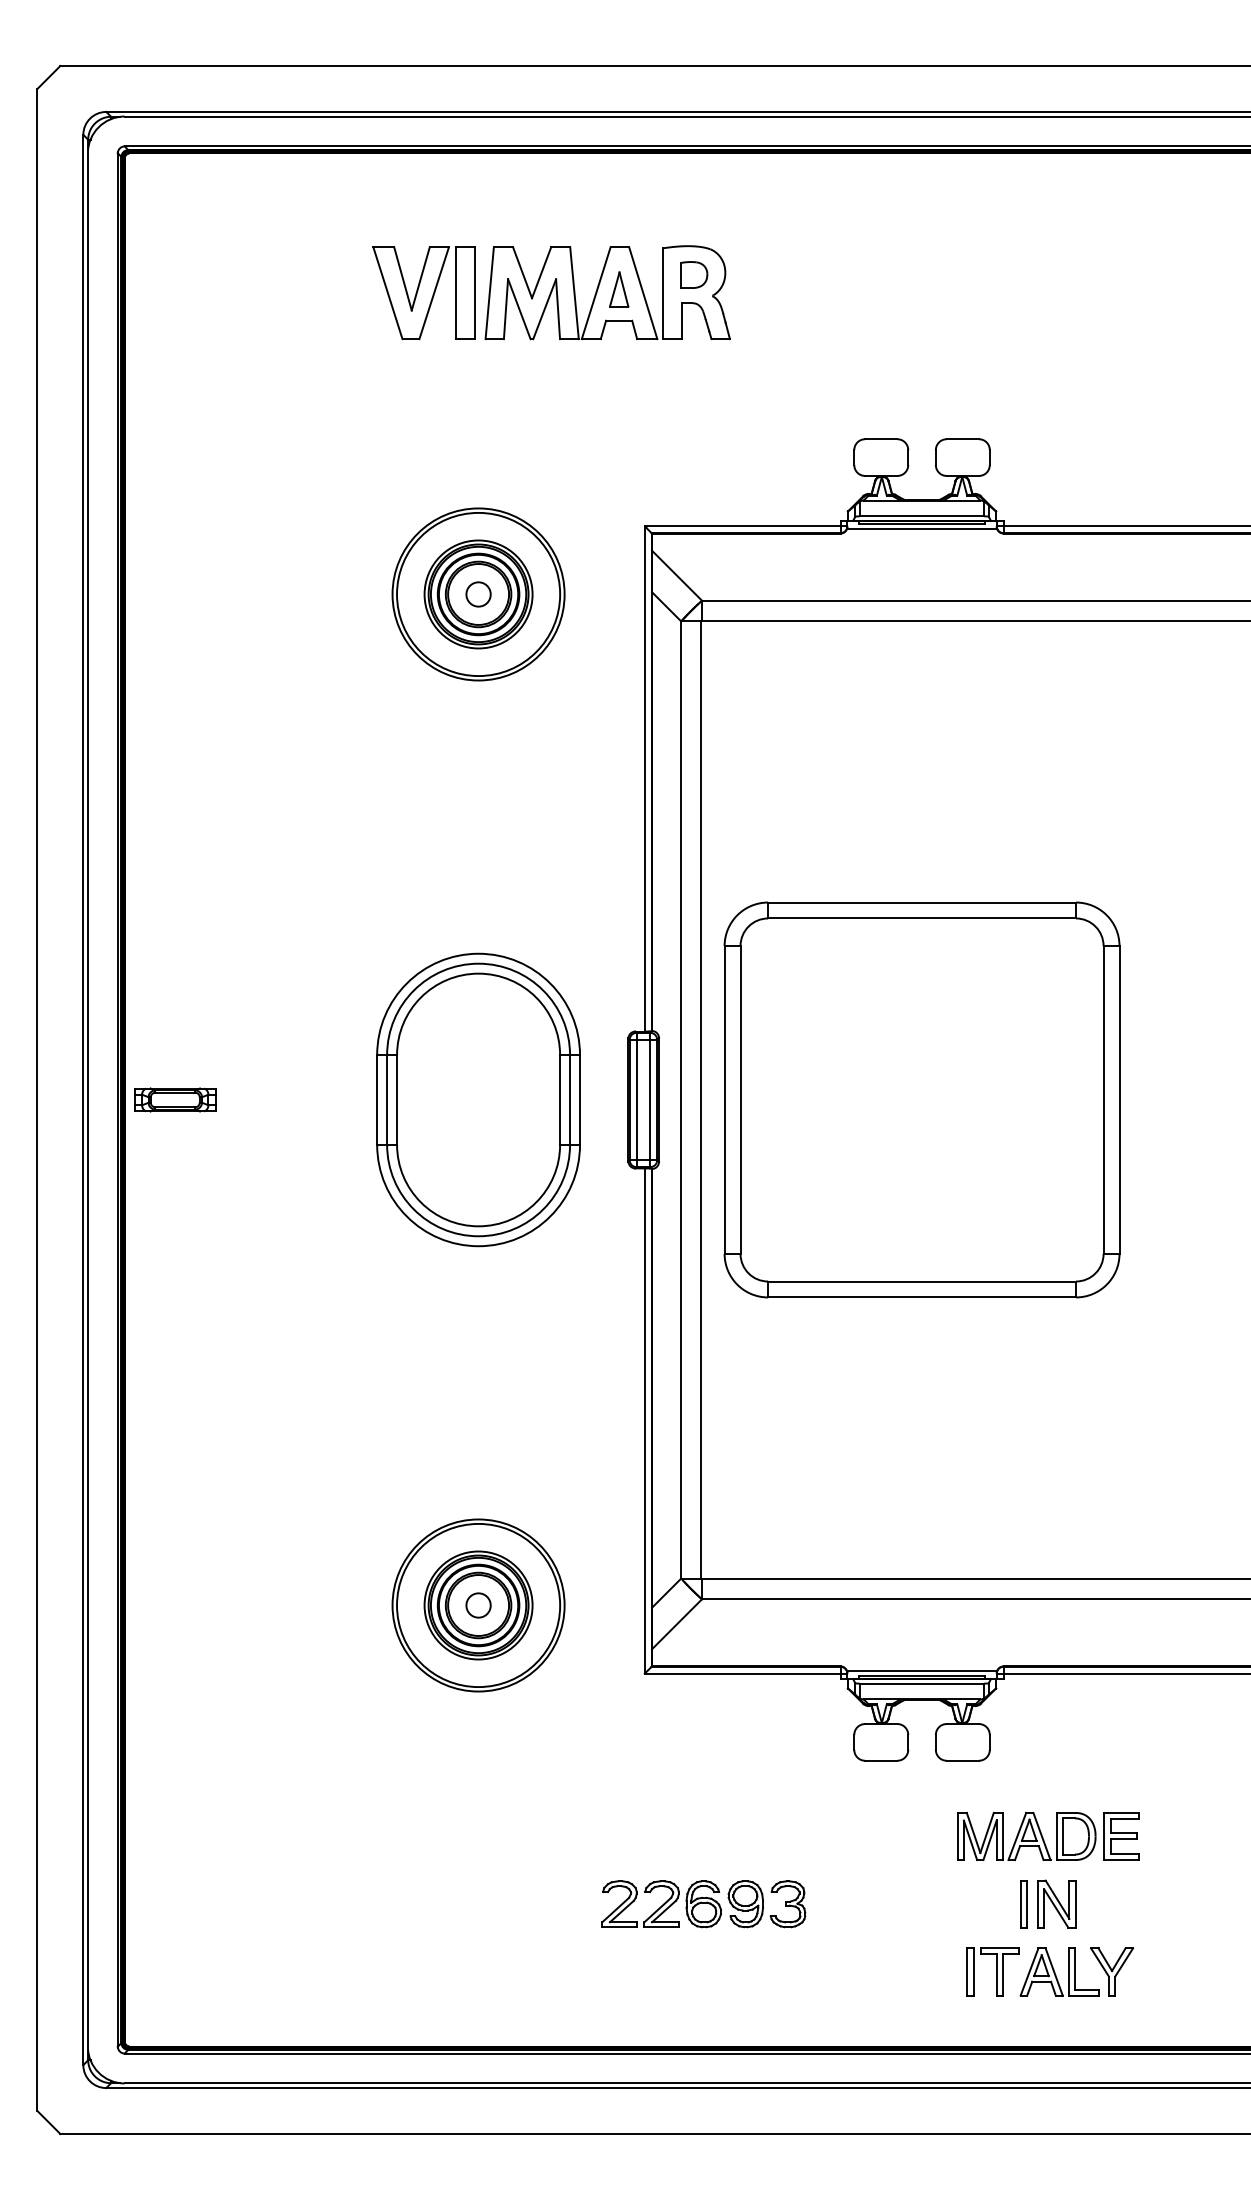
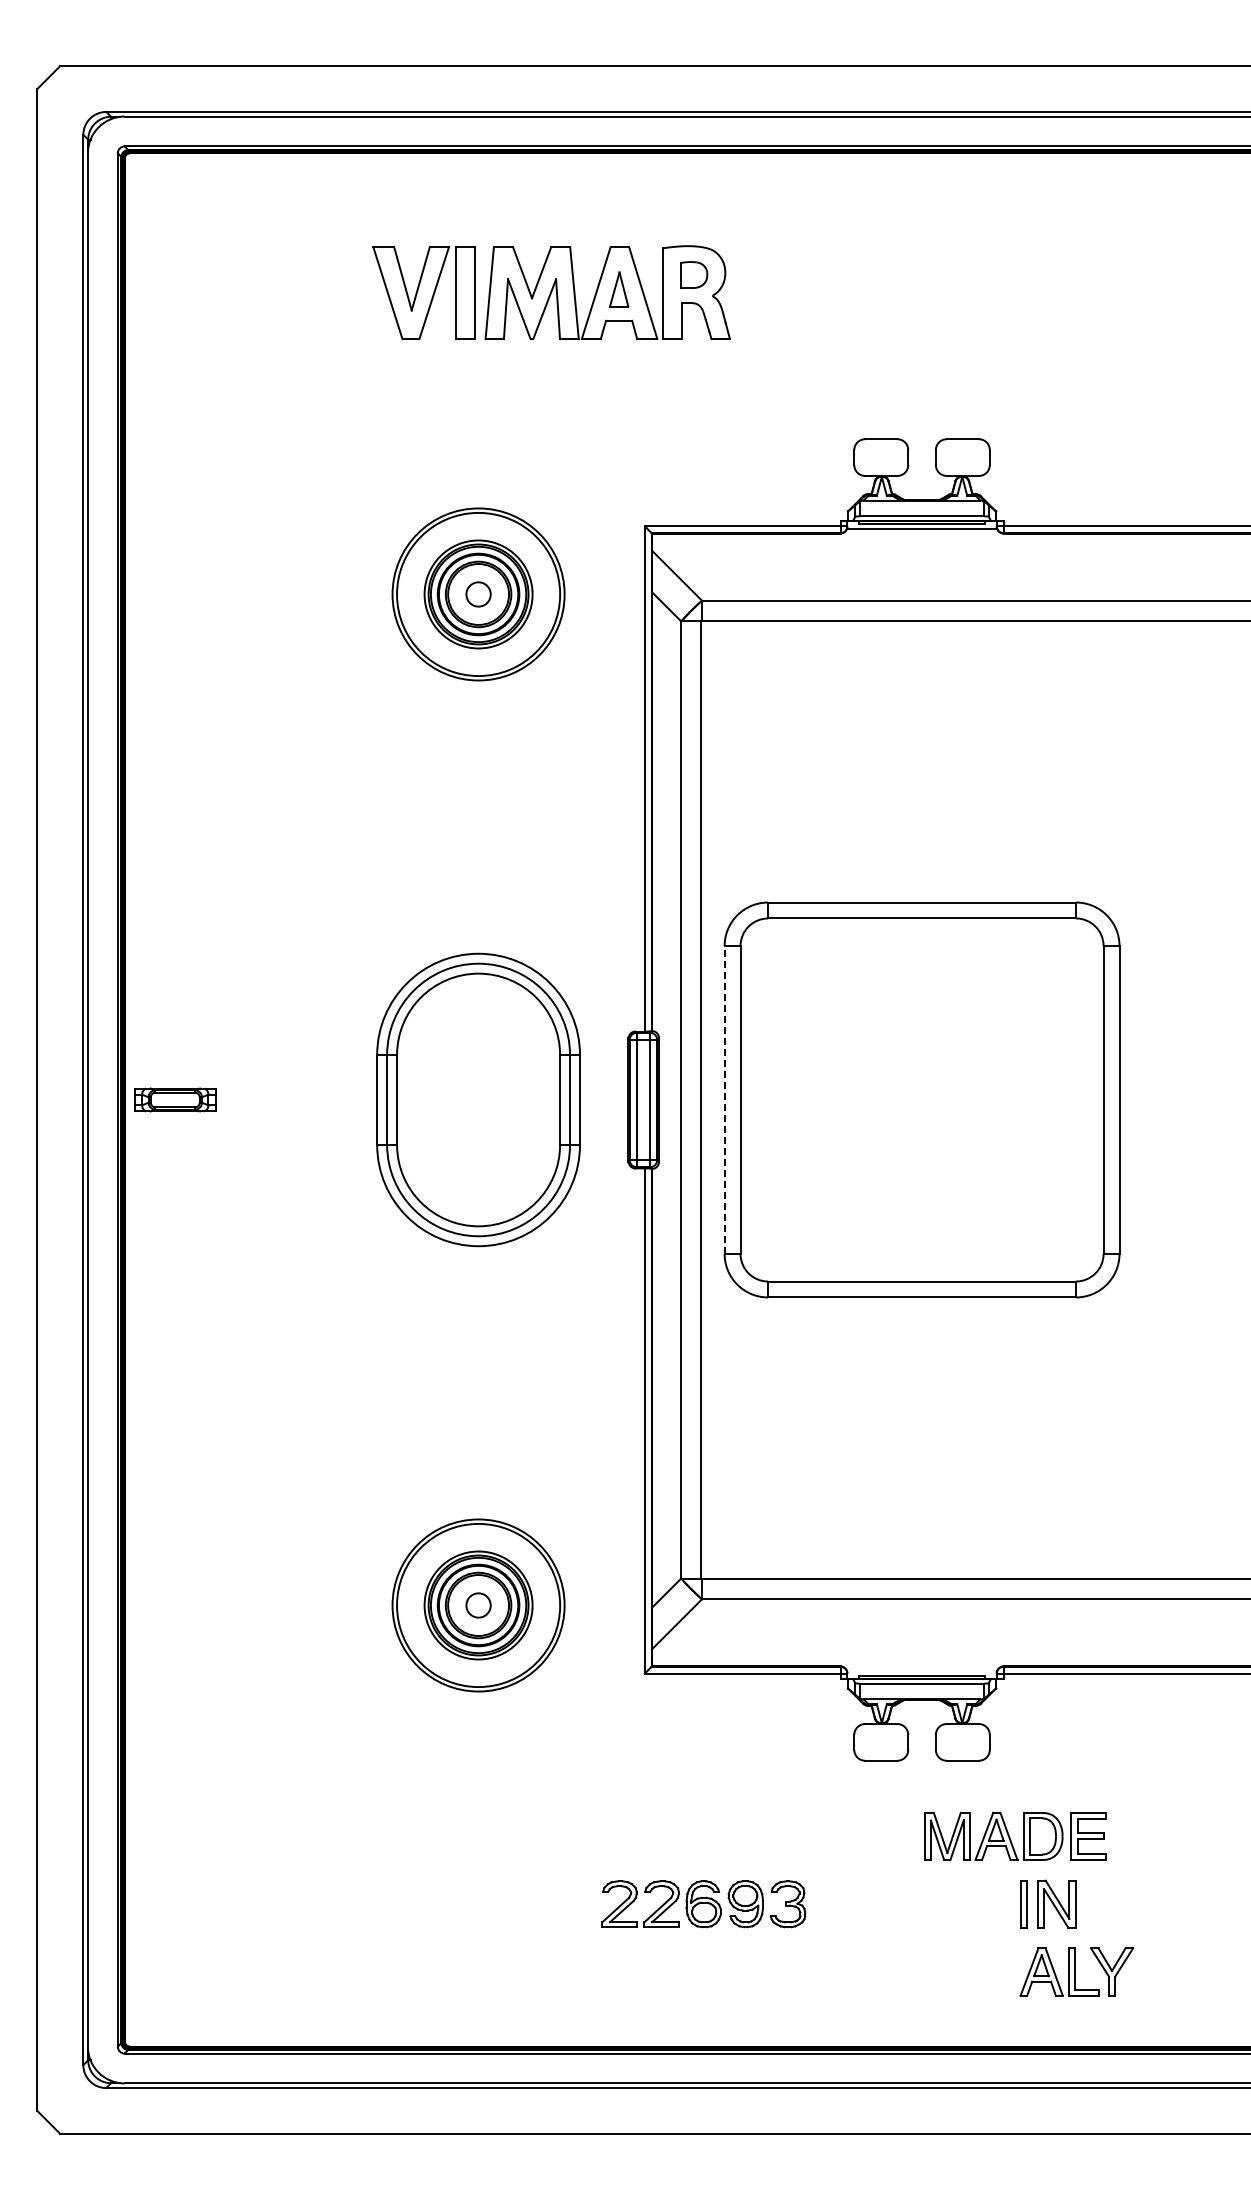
line at (724, 1099): solid -> dashed
line at (921, 1670): present -> none
part at (1048, 1835) position: (1048, 1835) -> (1015, 1835)
part at (992, 1971): present -> none
